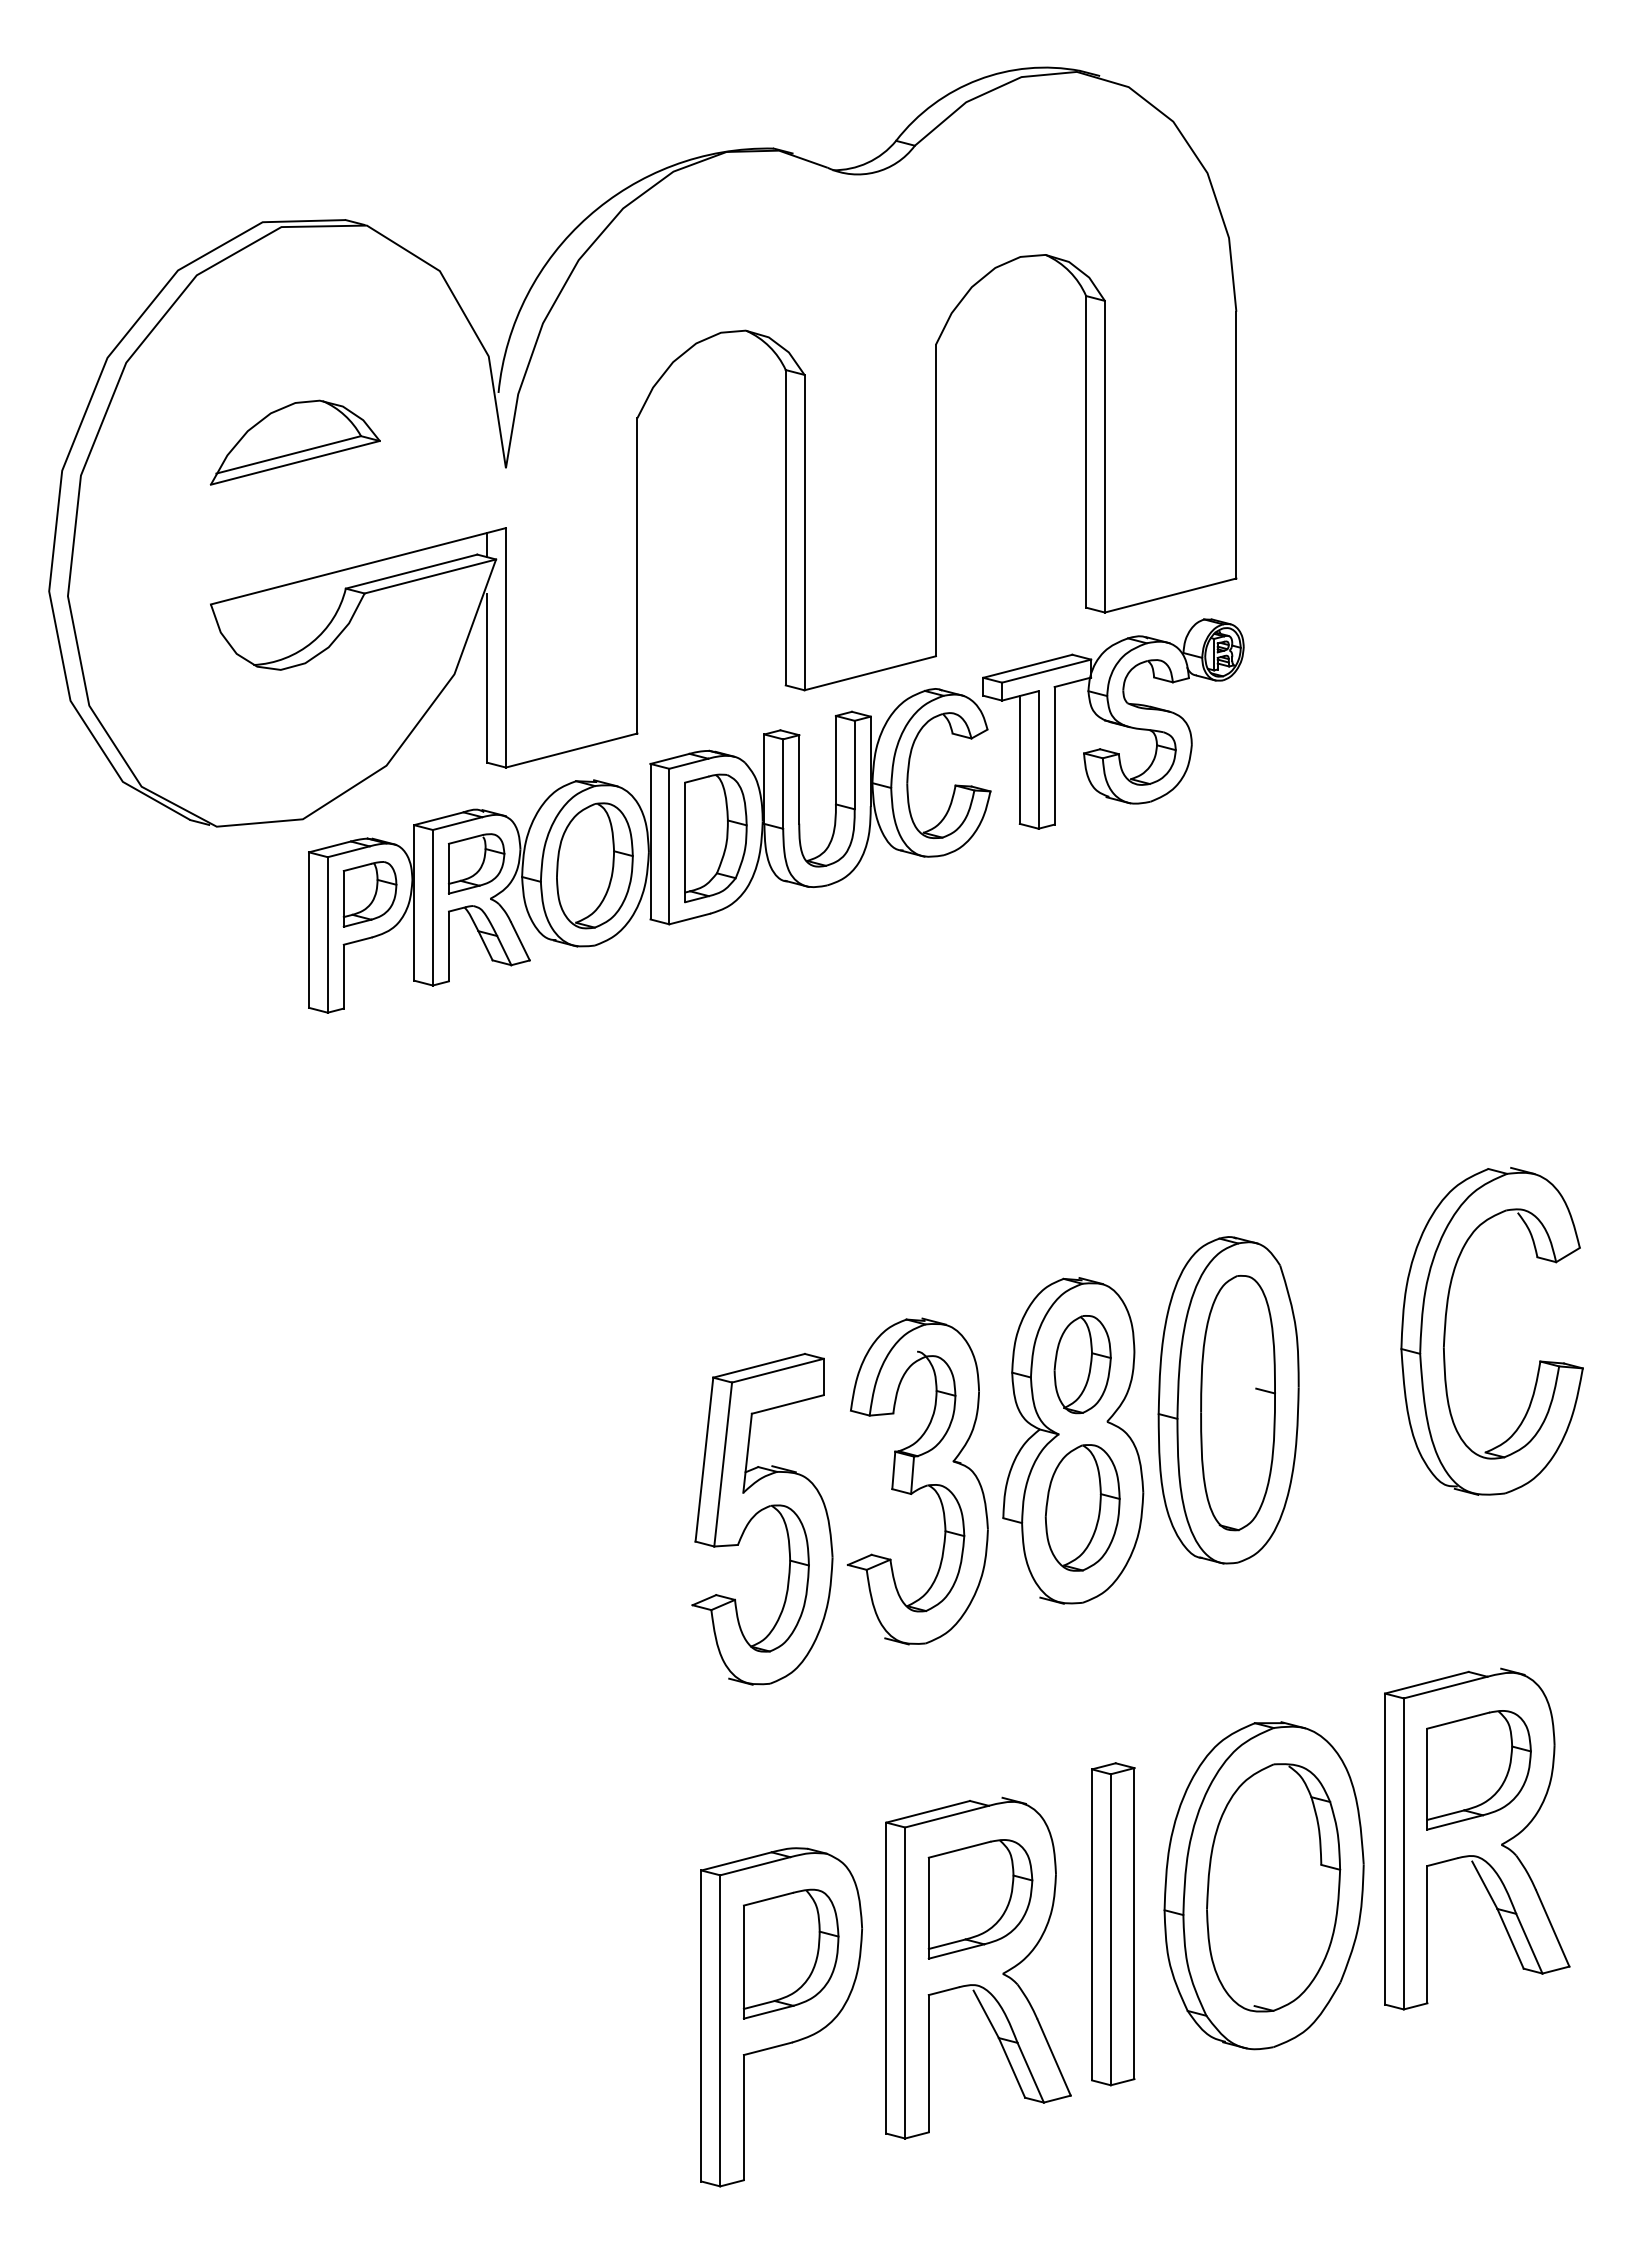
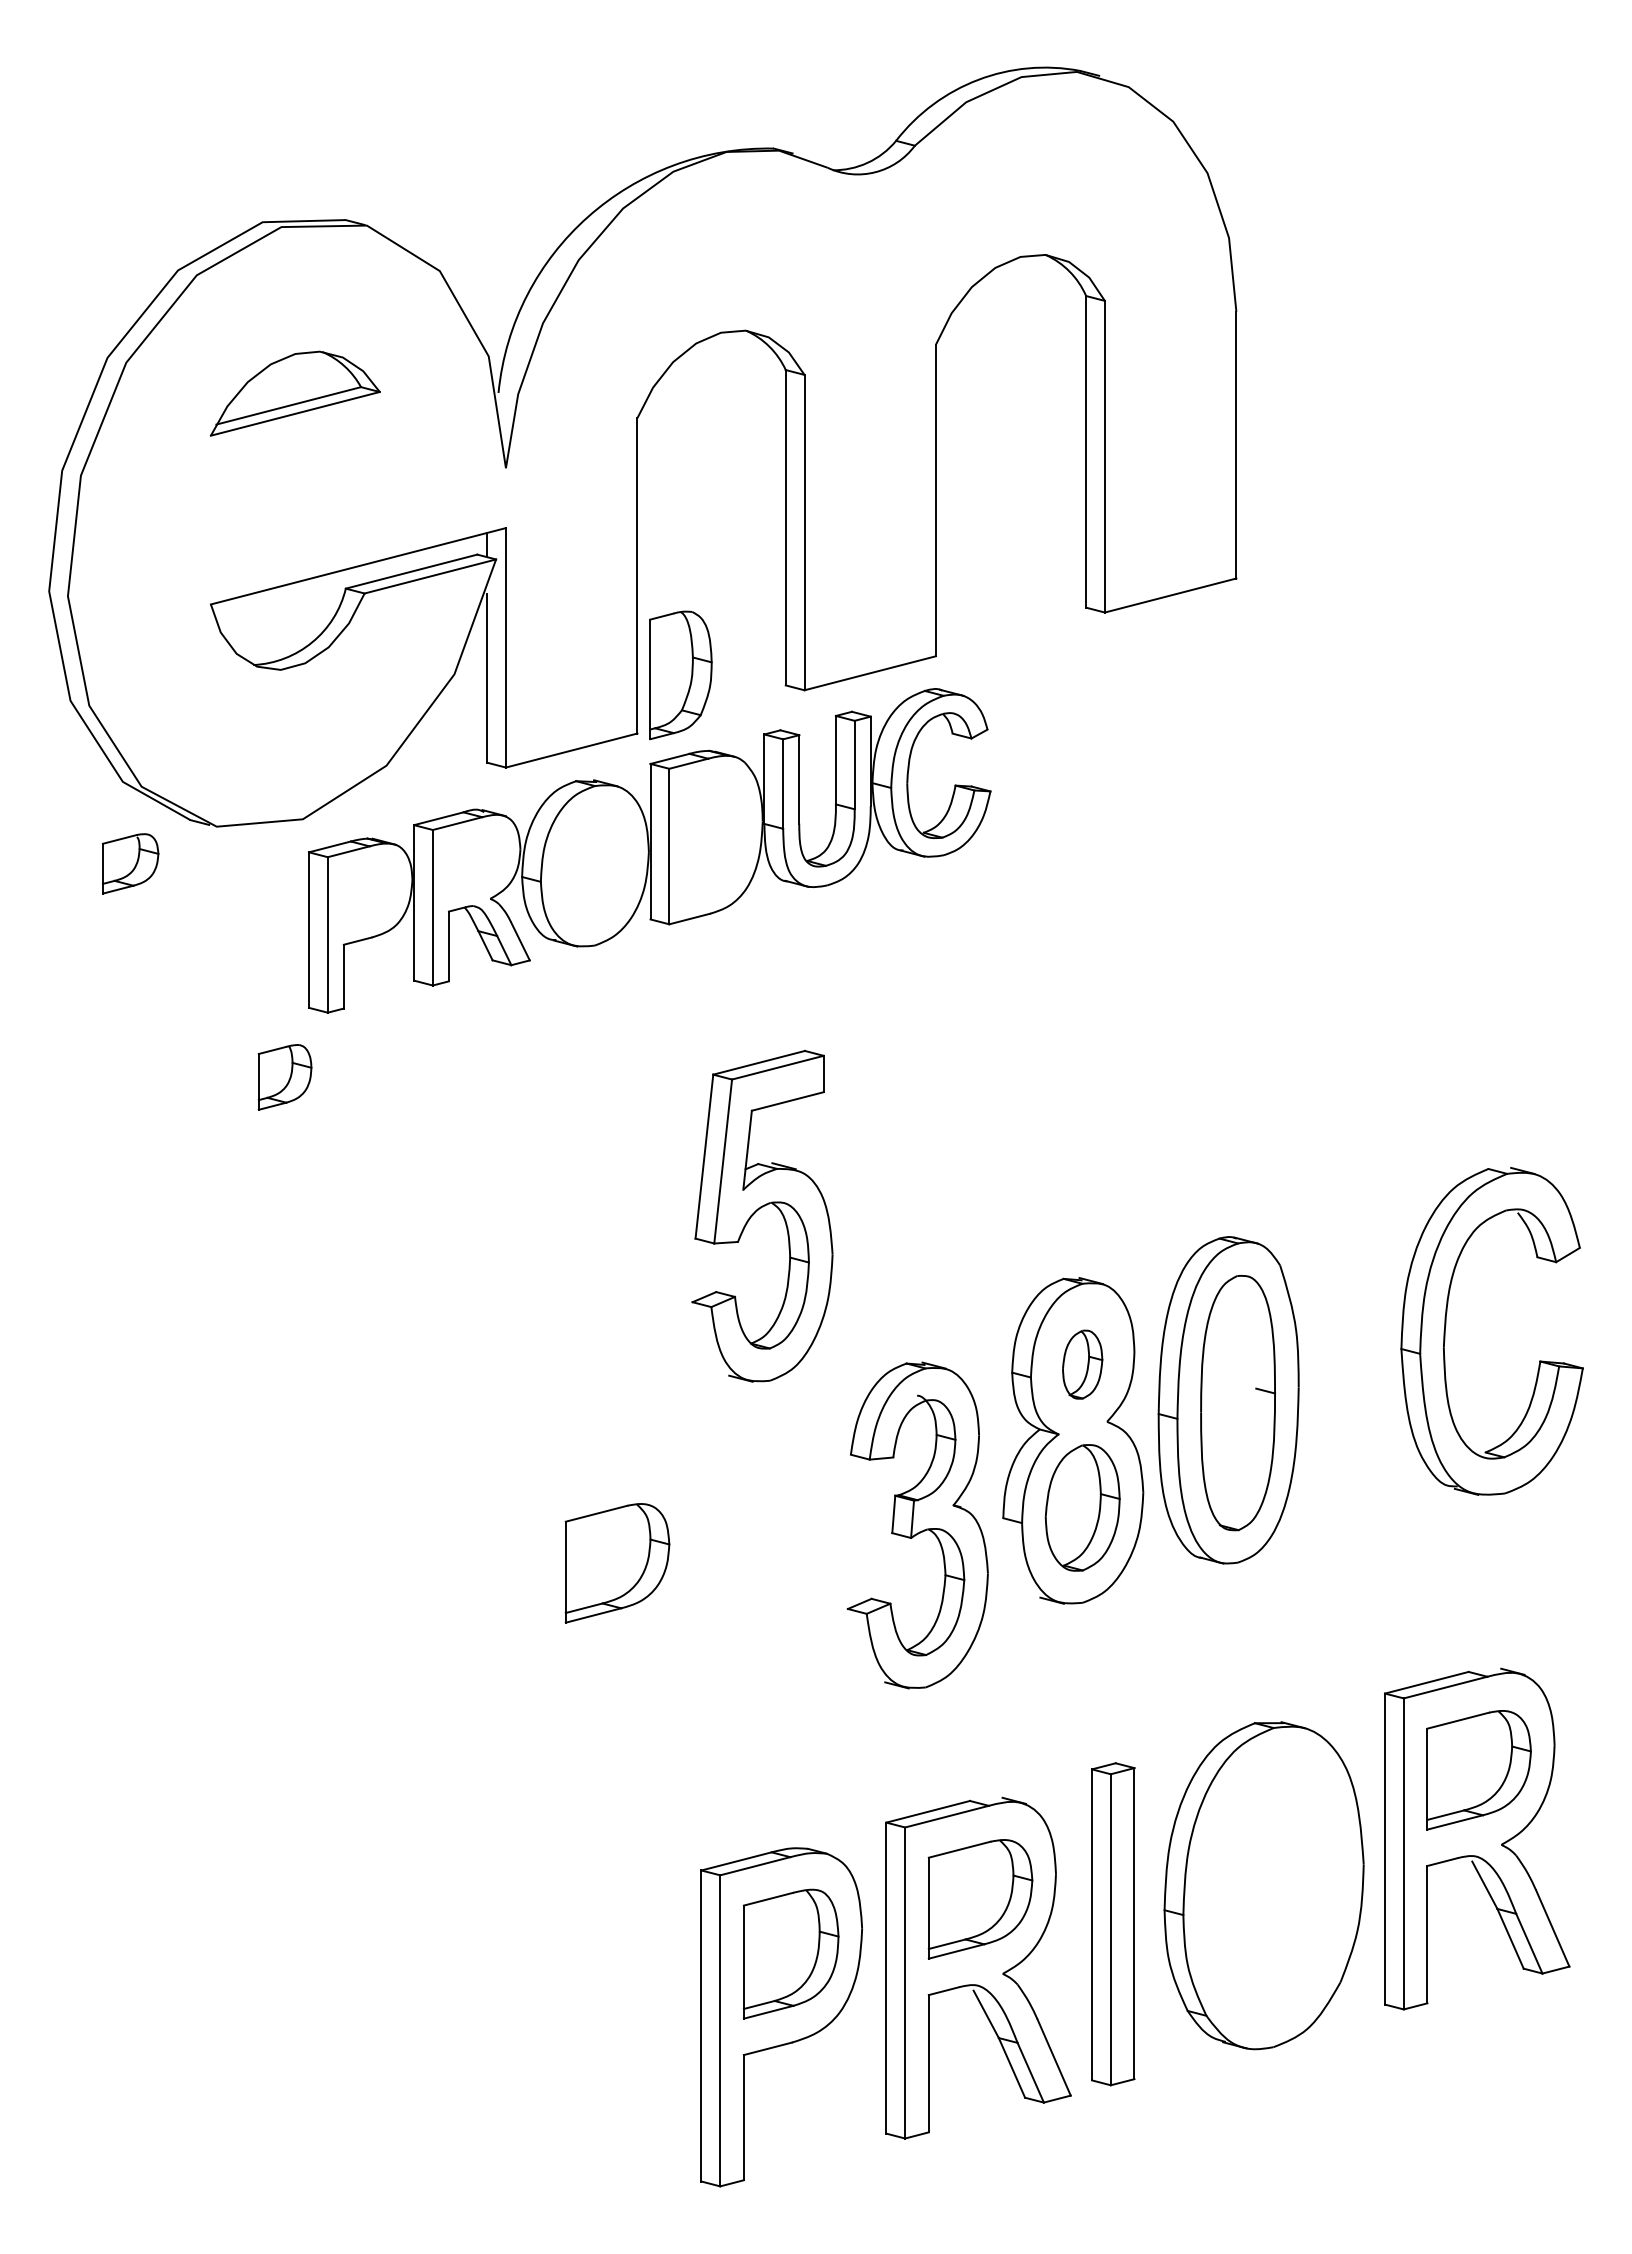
part at (294, 442) position: (294, 442) -> (294, 393)
part at (1113, 723): present -> none
part at (715, 838) position: (715, 838) -> (680, 675)
part at (476, 863) position: (476, 863) -> (130, 863)
part at (594, 865): present -> none
part at (369, 894) position: (369, 894) -> (284, 1077)
part at (1082, 1364) size: 59x100 px -> 42x71 px
part at (917, 1481) position: (917, 1481) -> (917, 1525)
part at (757, 1514) position: (757, 1514) -> (757, 1211)
part at (617, 1563): none -> present
part at (1273, 1887): present -> none
